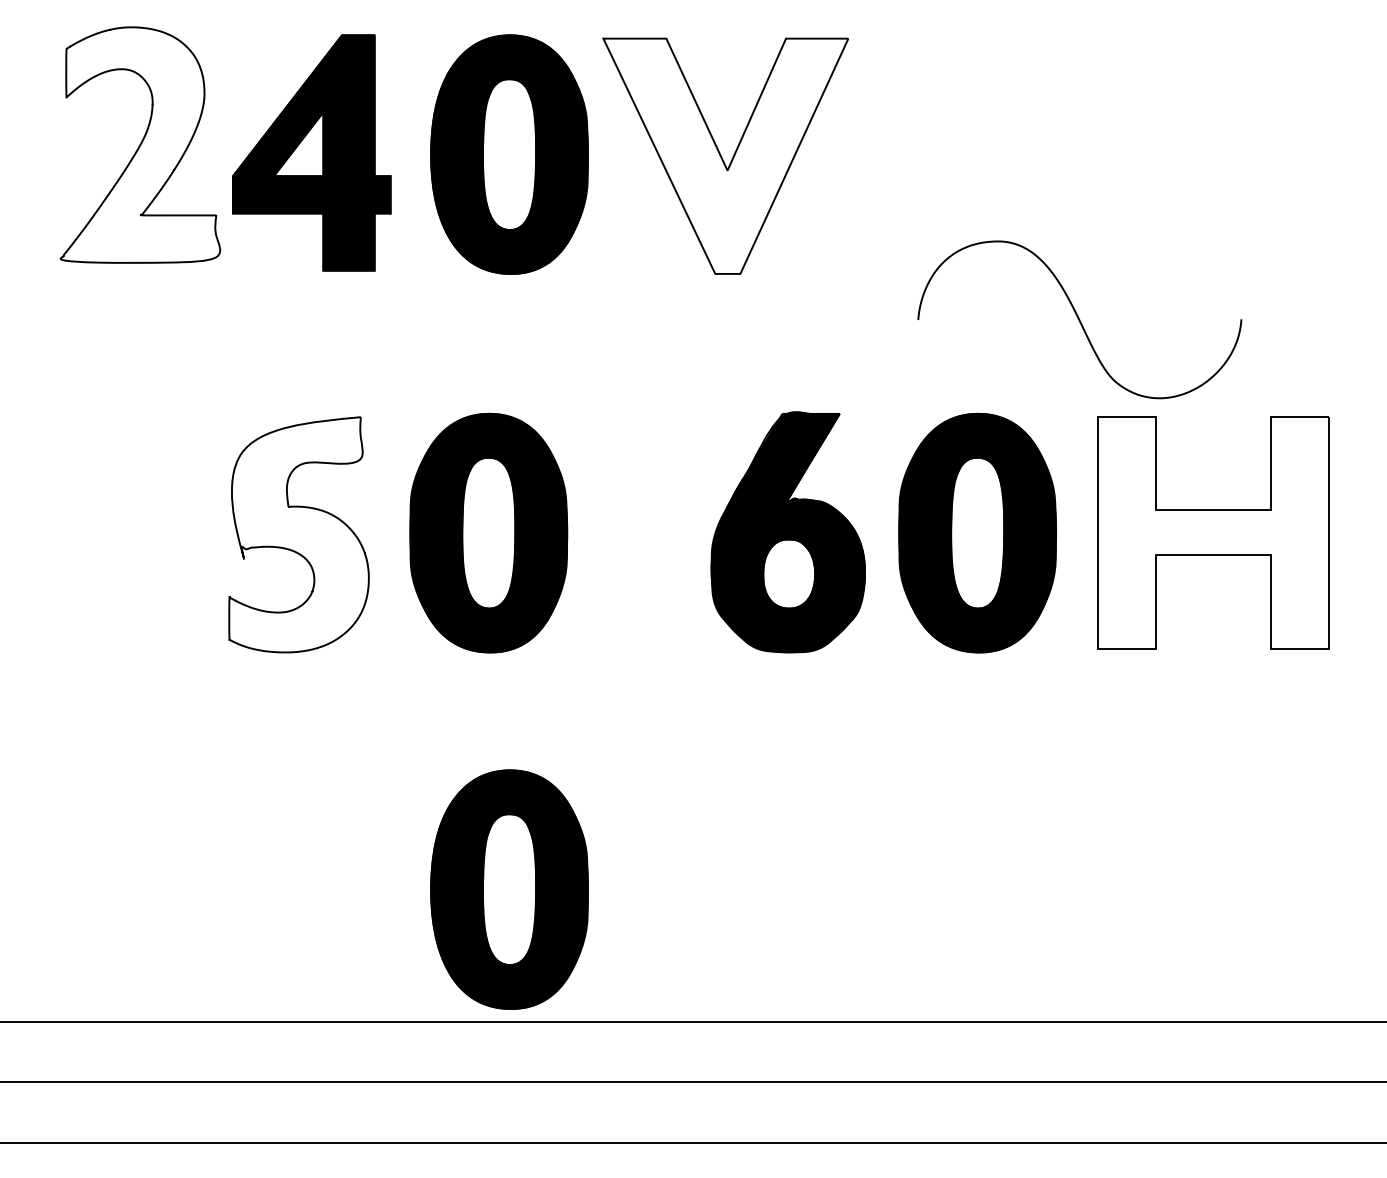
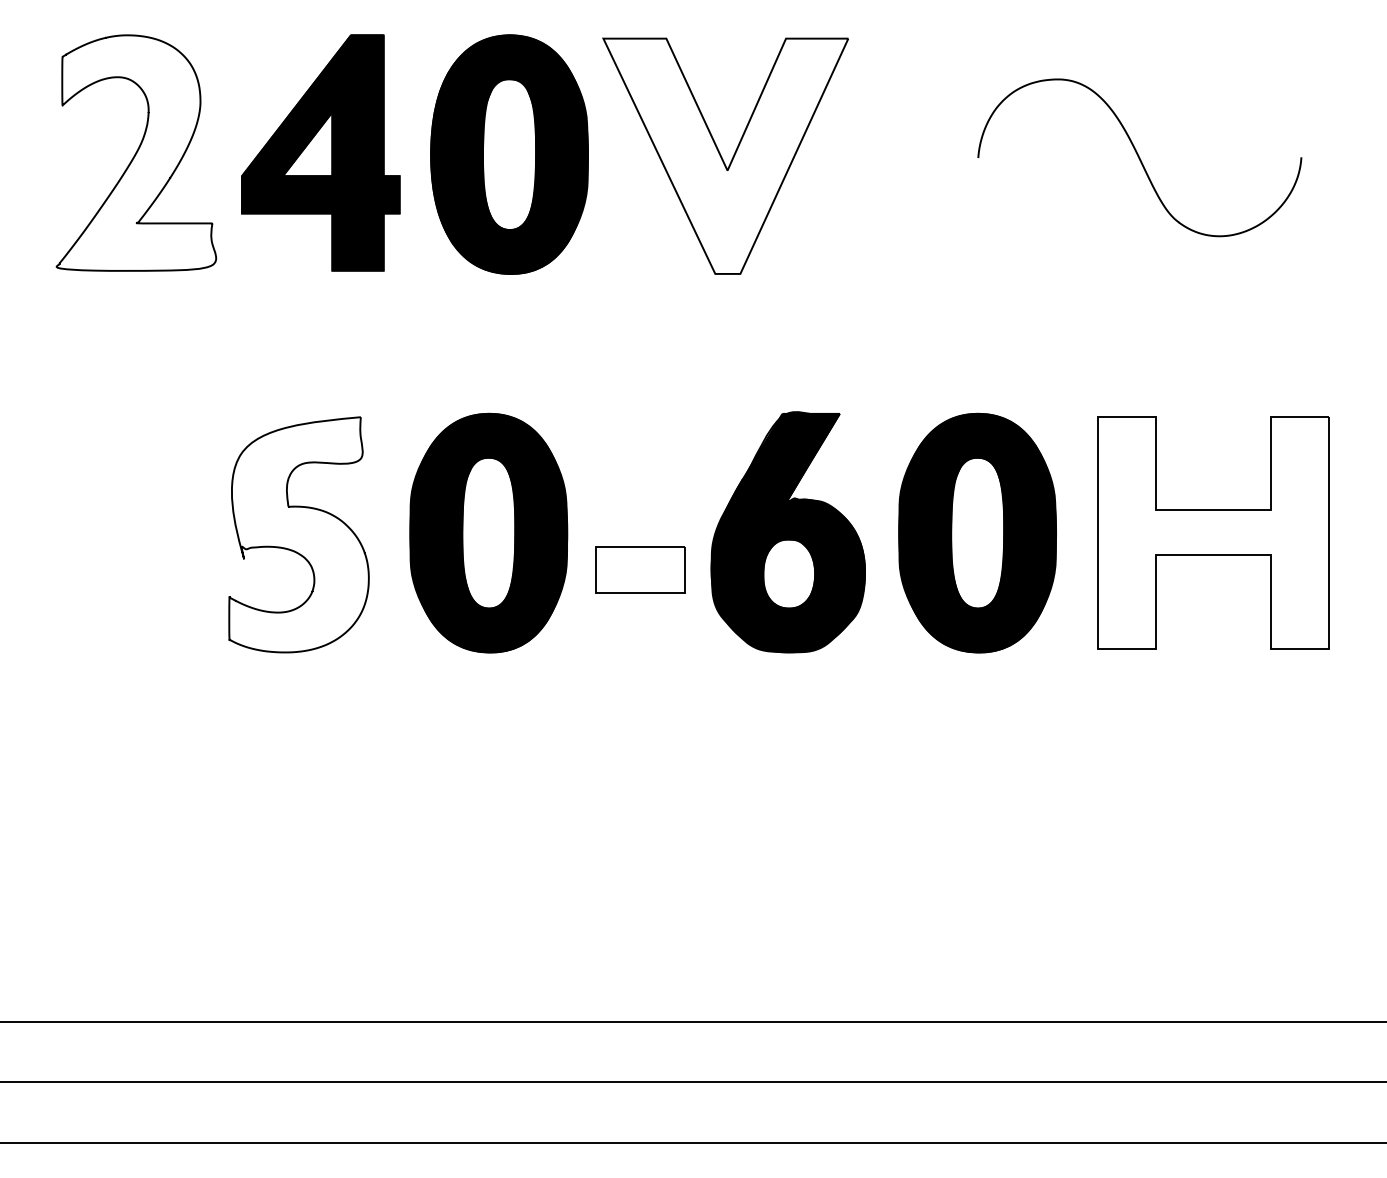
part at (140, 144) position: (140, 144) -> (136, 152)
part at (311, 152) position: (311, 152) -> (320, 152)
curve at (1079, 319) position: (1079, 319) -> (1139, 157)
part at (640, 569): none -> present
part at (509, 889): present -> none
